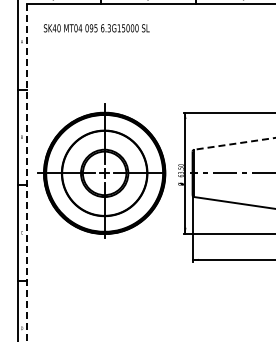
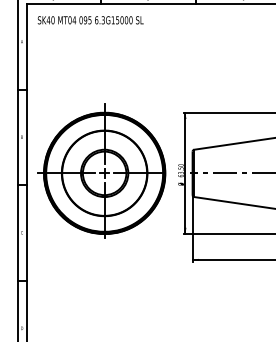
text at (96, 28) position: (96, 28) -> (90, 20)
line at (234, 143): dashed -> solid
line at (27, 172): dashed -> solid
